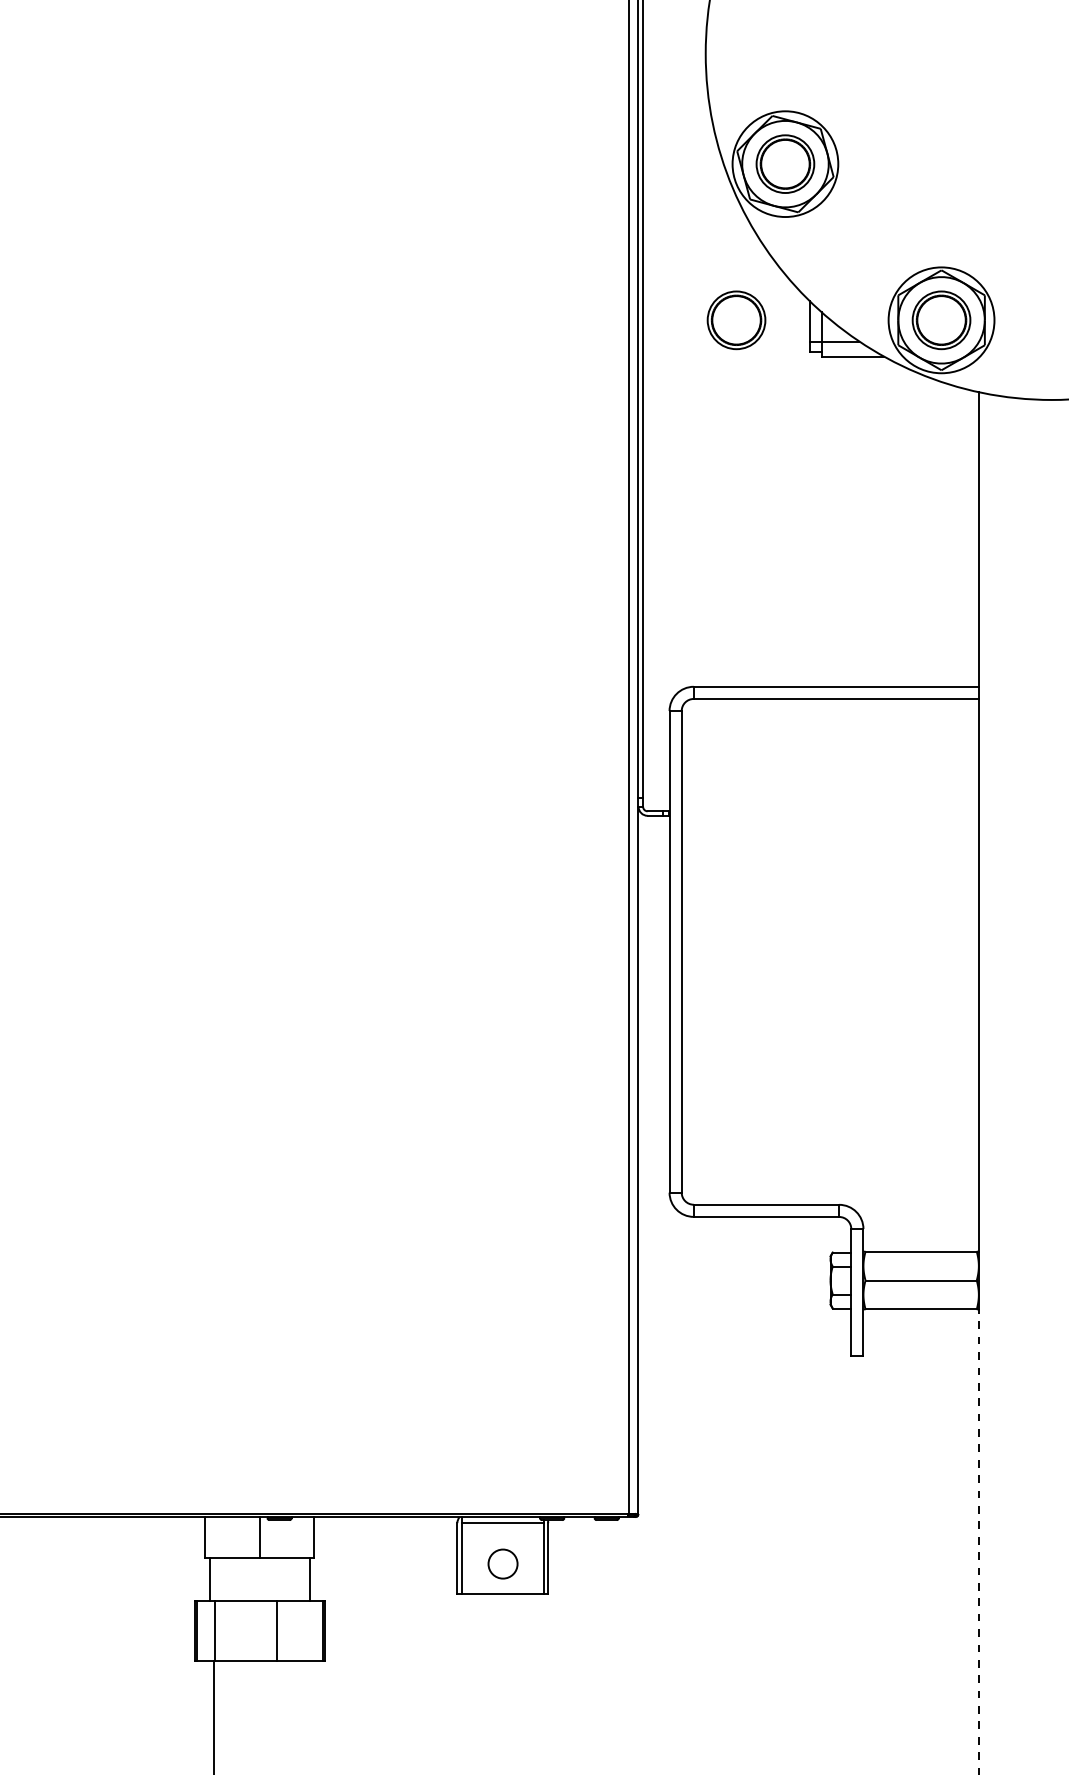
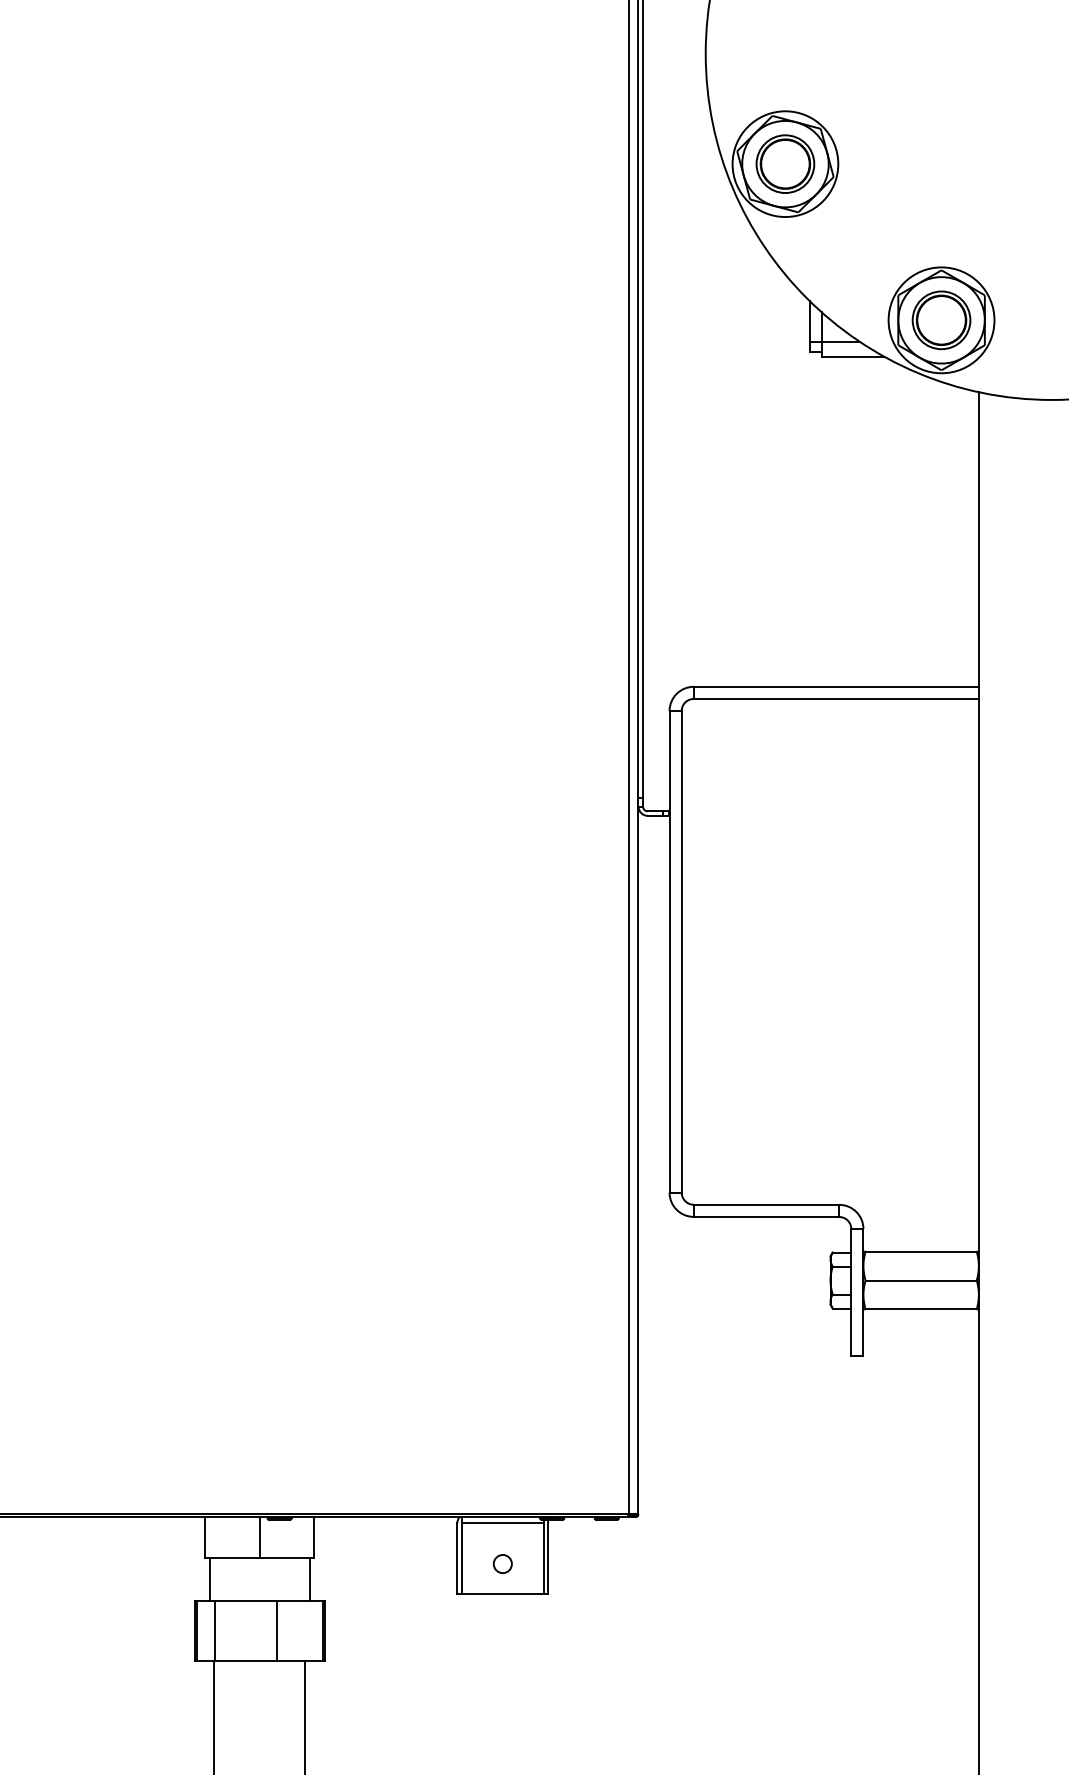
part at (736, 320): present -> none
line at (978, 1541): dashed -> solid
circle at (502, 1563) size: 32x32 px -> 21x20 px
line at (305, 1716): none -> present
